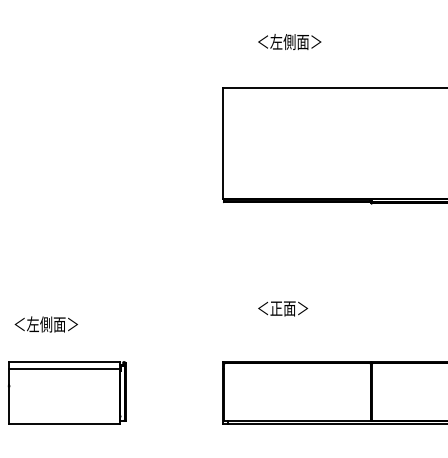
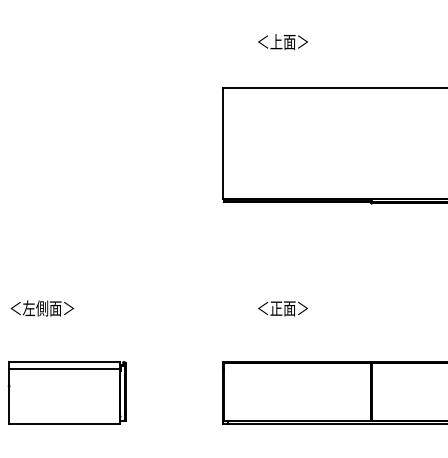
text at (295, 42): ＜左側面＞ -> ＜上面＞
text at (45, 324) position: (45, 324) -> (41, 308)
